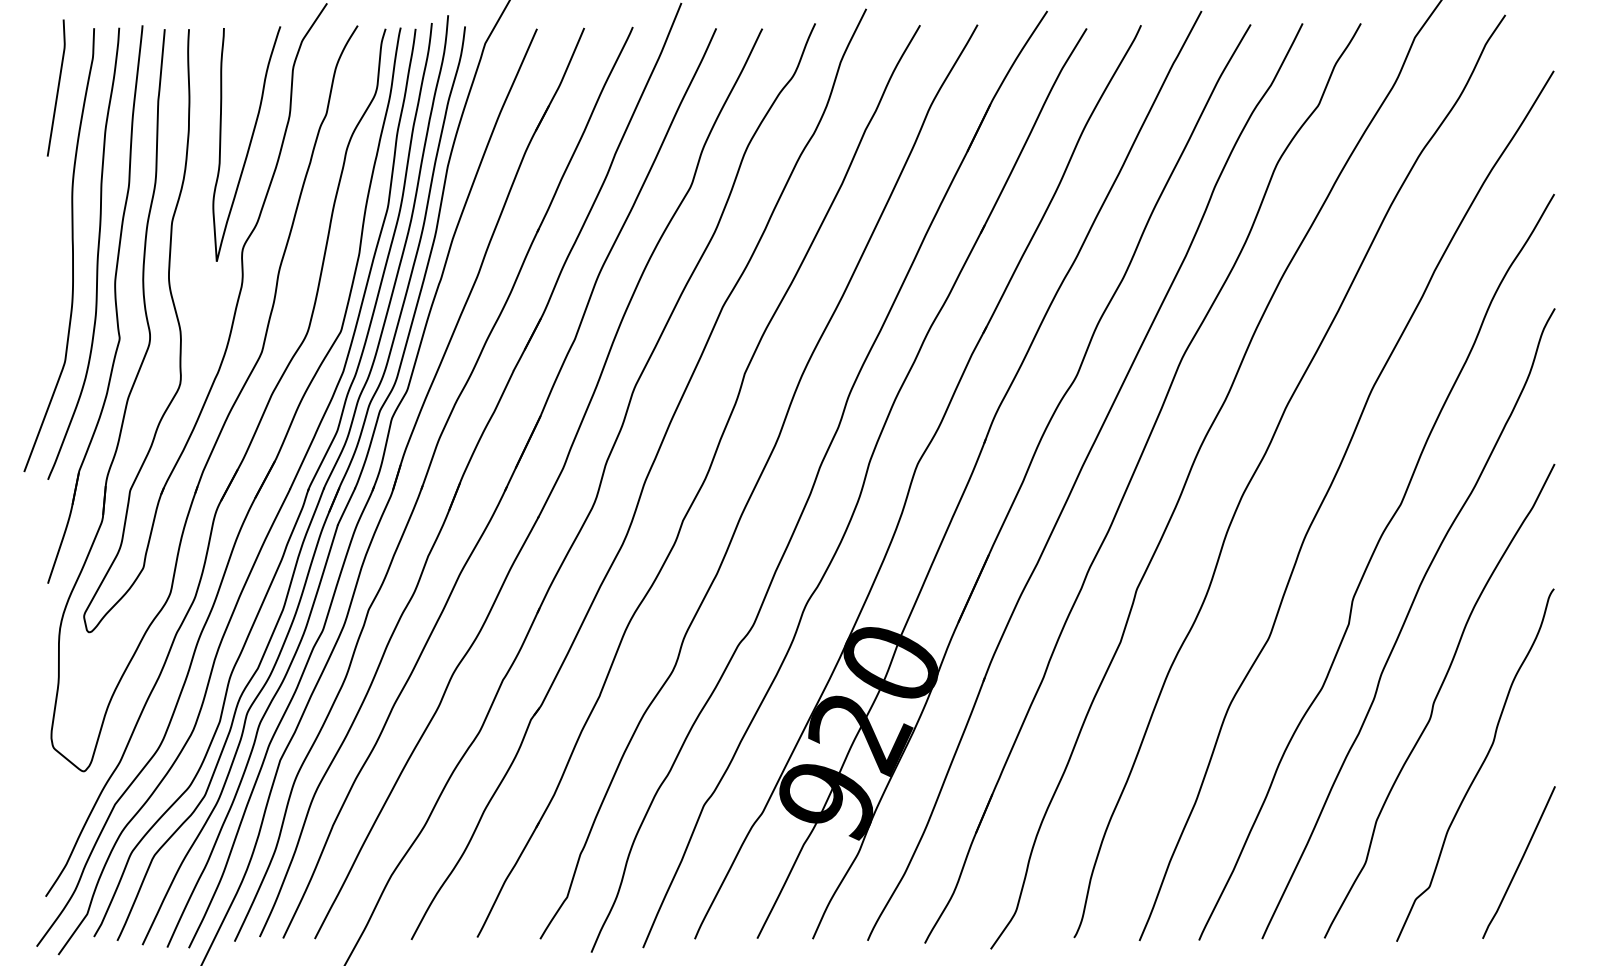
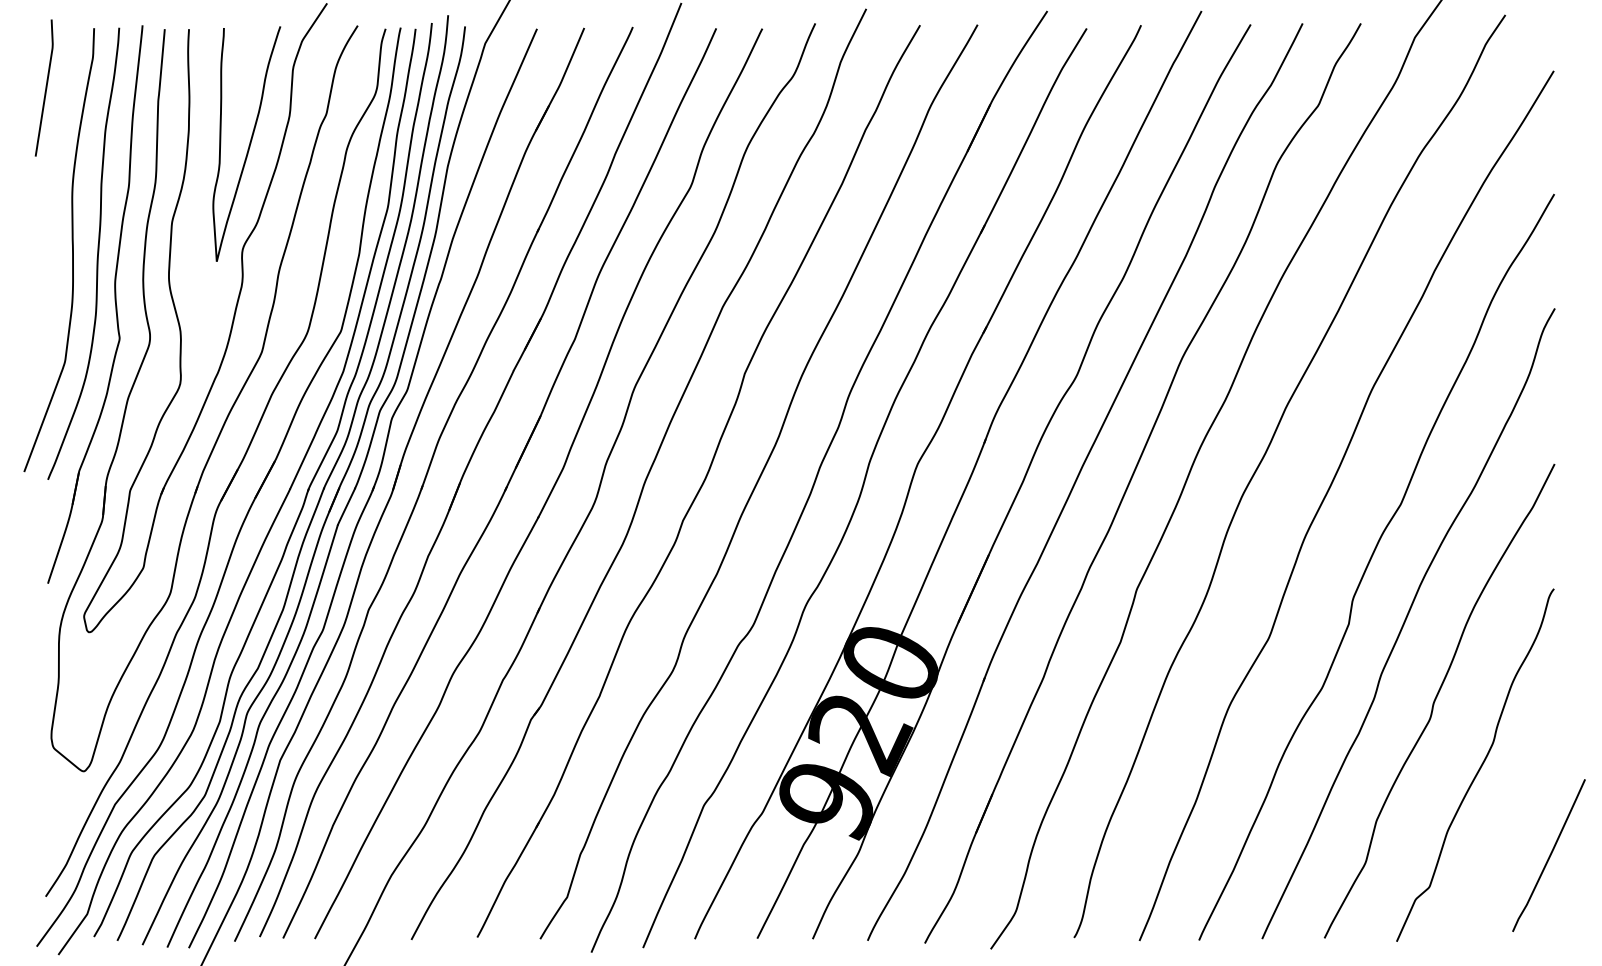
curve at (57, 87) position: (57, 87) -> (45, 87)
curve at (1519, 862) position: (1519, 862) -> (1549, 855)
